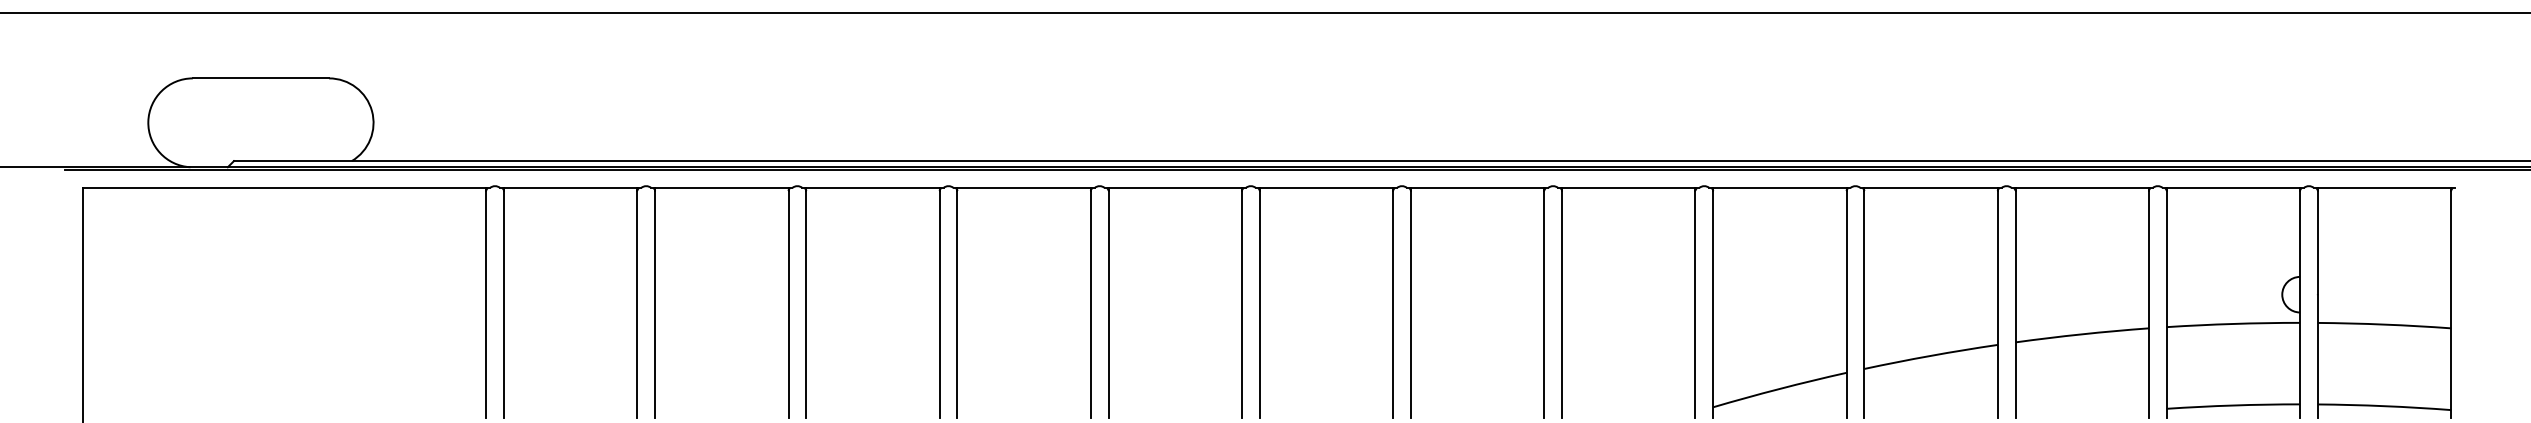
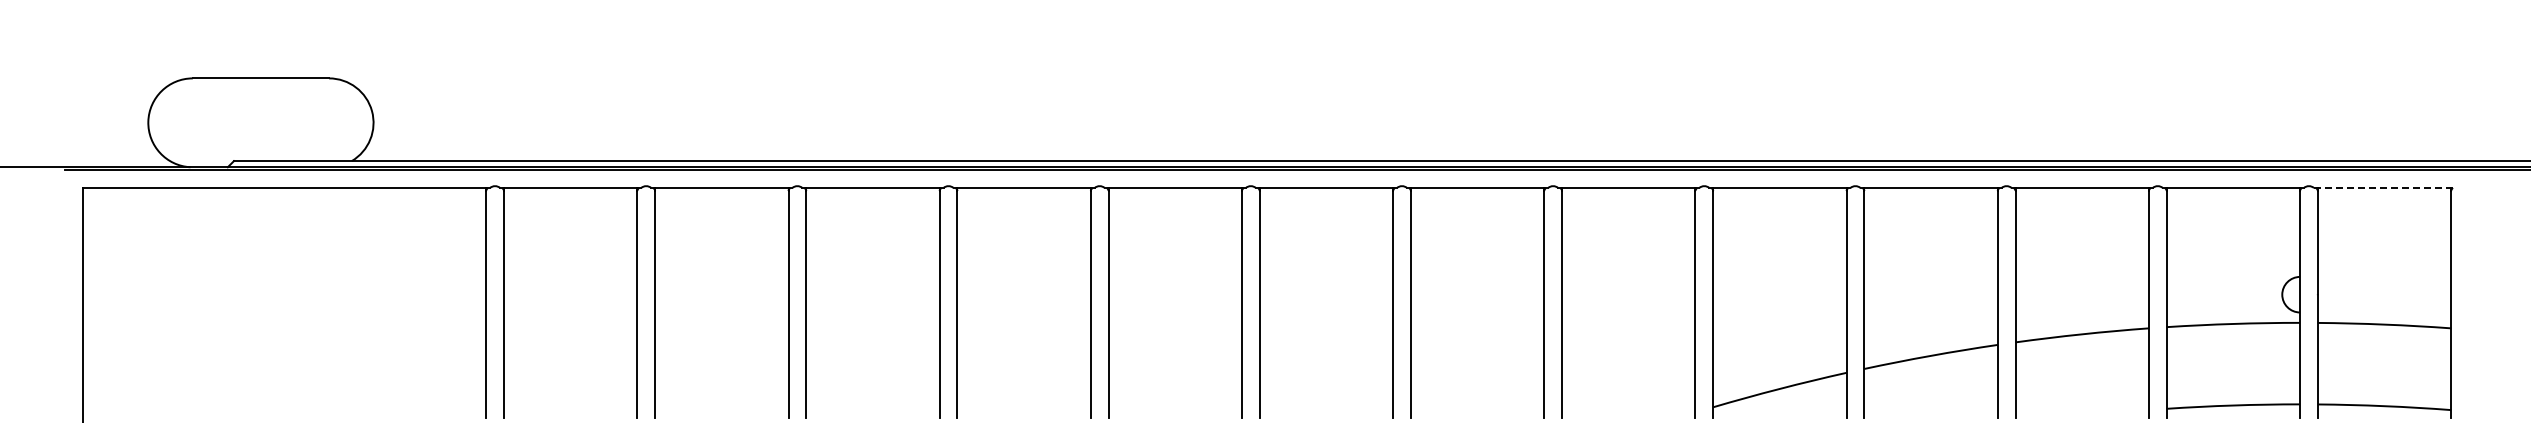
line at (1264, 12): present -> none
line at (2384, 188): solid -> dashed
